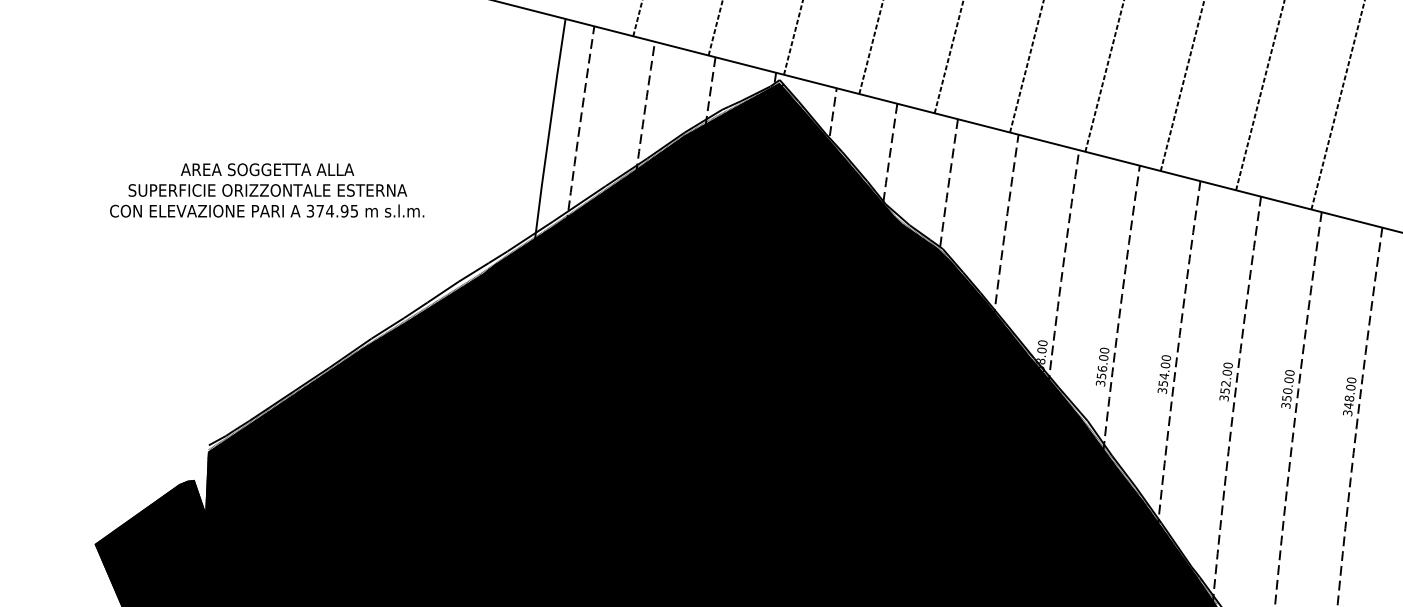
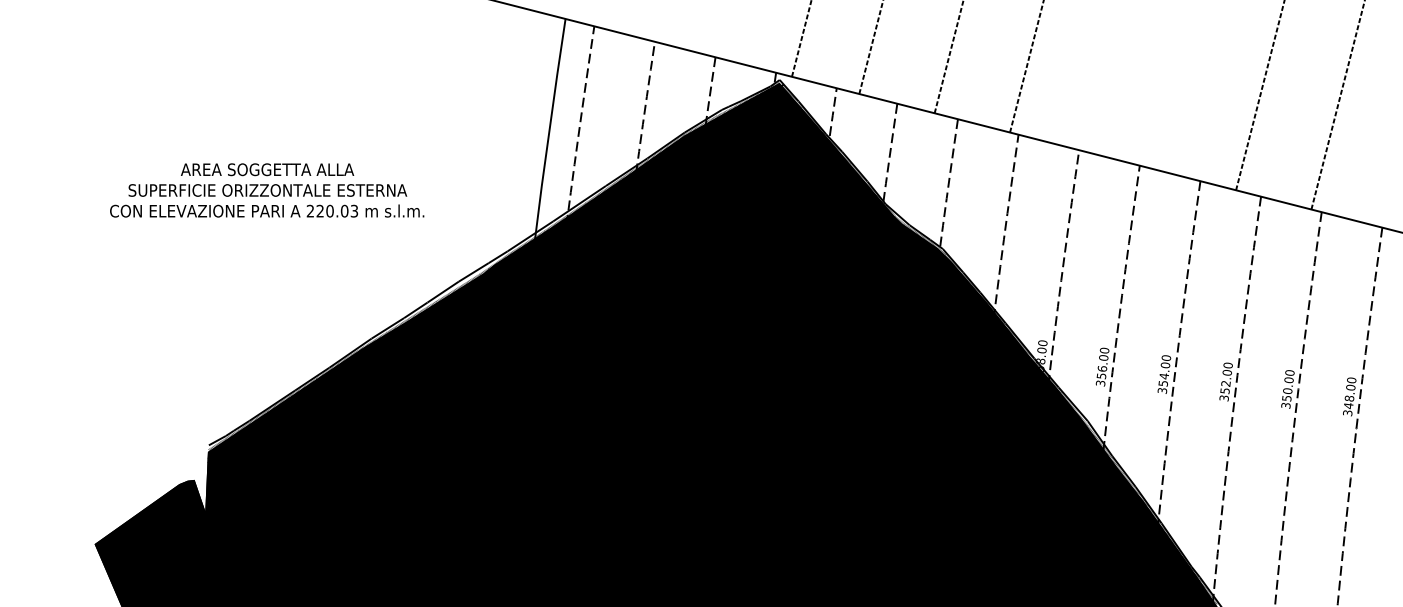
line at (637, 19): present -> none
line at (715, 28): present -> none
line at (792, 38) position: (792, 38) -> (801, 39)
line at (1104, 76): present -> none
line at (1181, 86): present -> none
text at (331, 210): 374.95 -> 220.03
